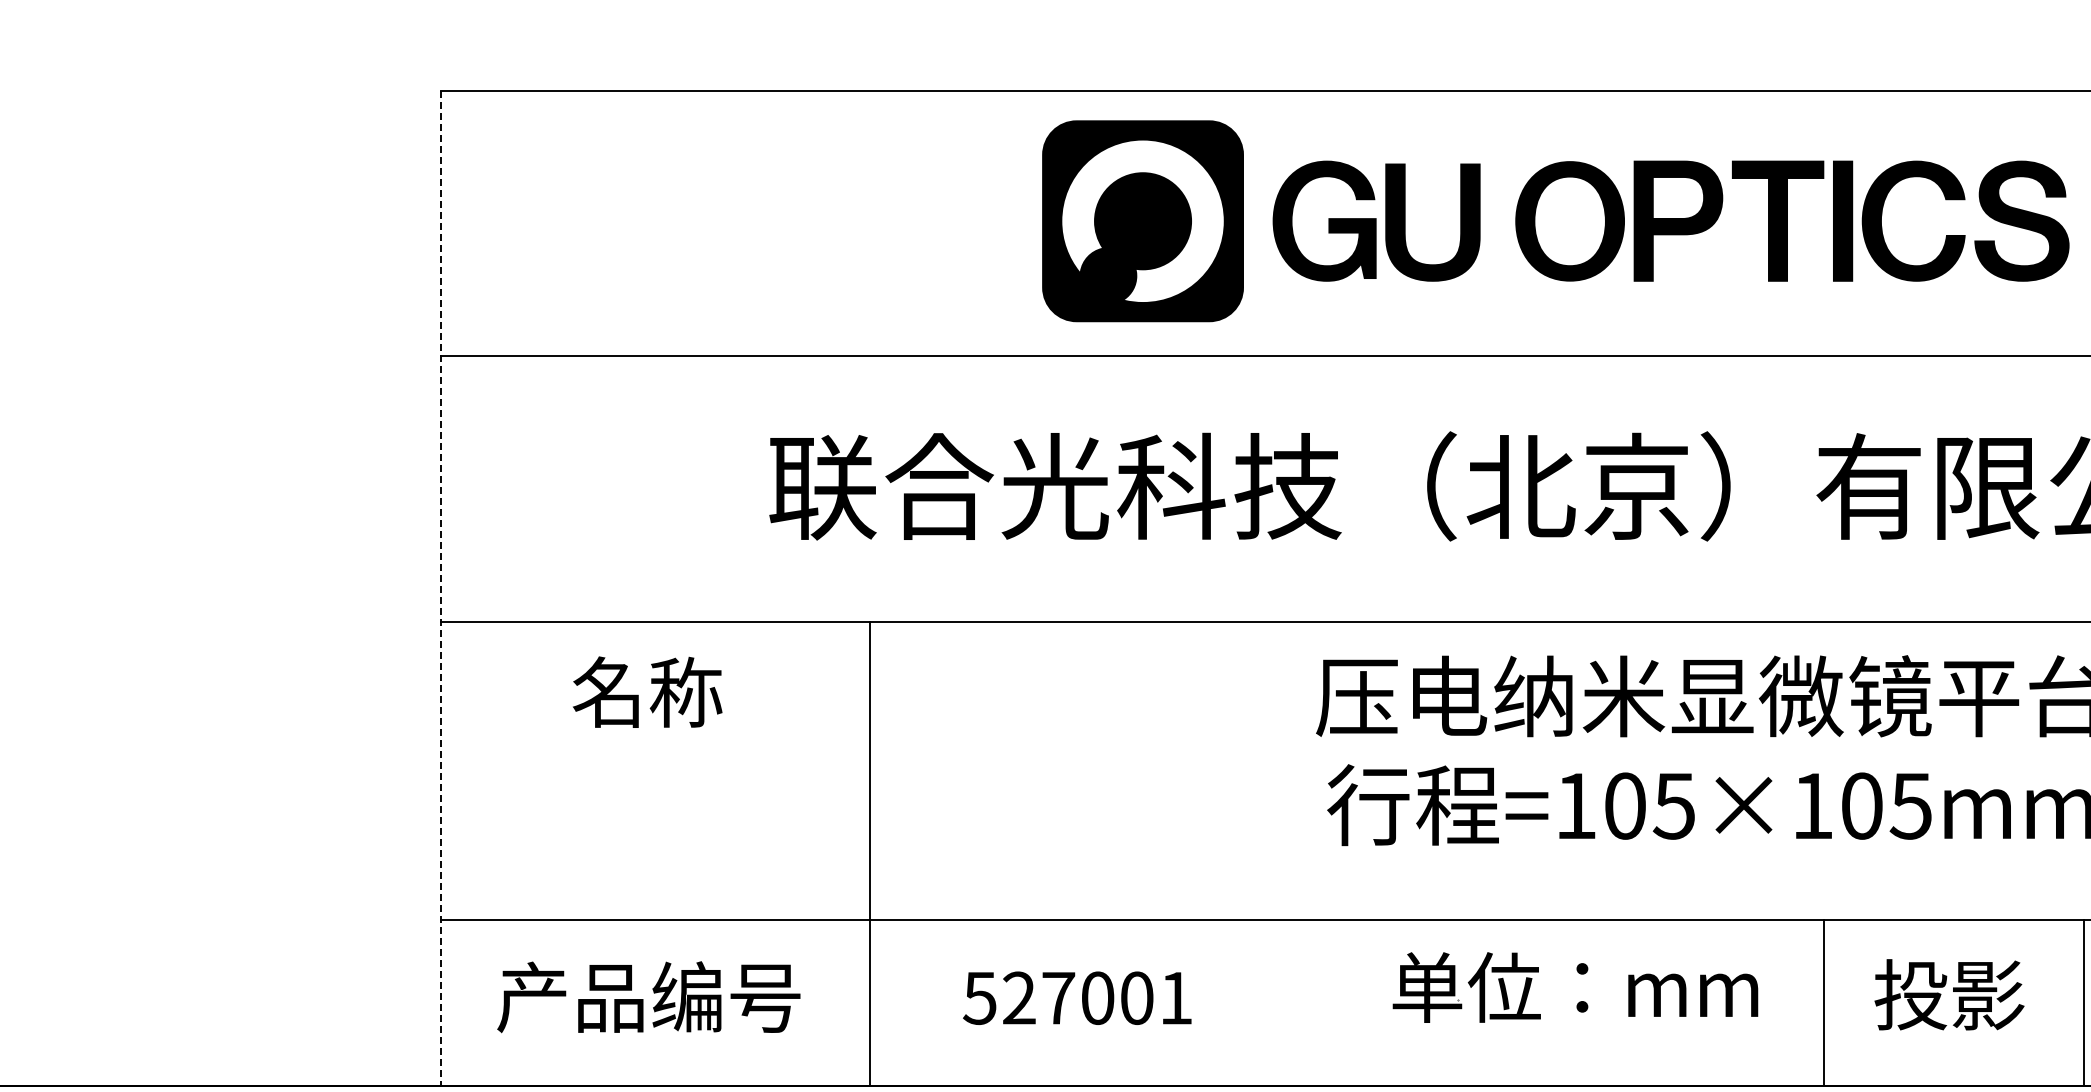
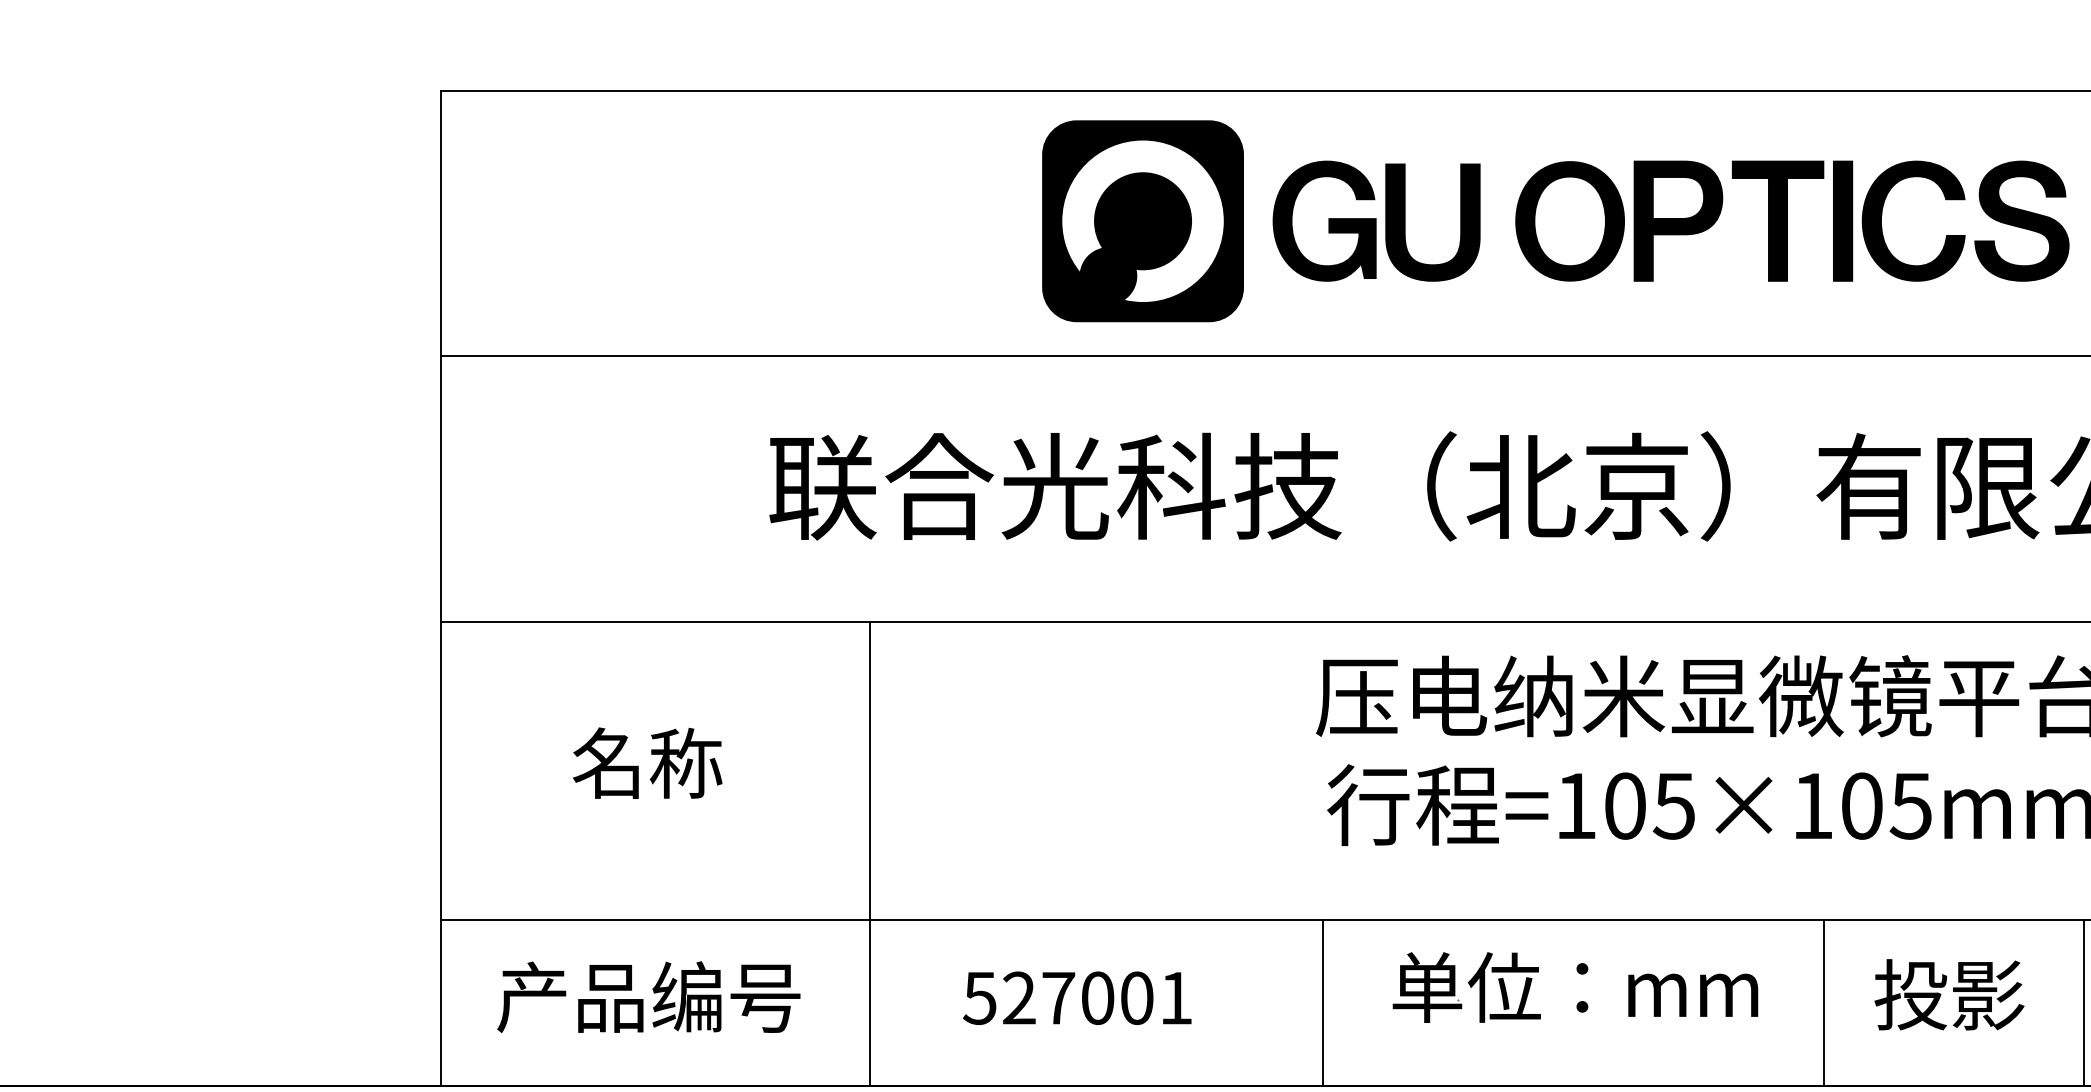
line at (440, 589): dashed -> solid
text at (647, 691) position: (647, 691) -> (647, 762)
line at (1323, 1002): none -> present
